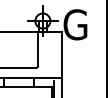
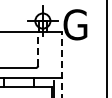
line at (38, 49): solid -> dashed
line at (61, 64): solid -> dashed
